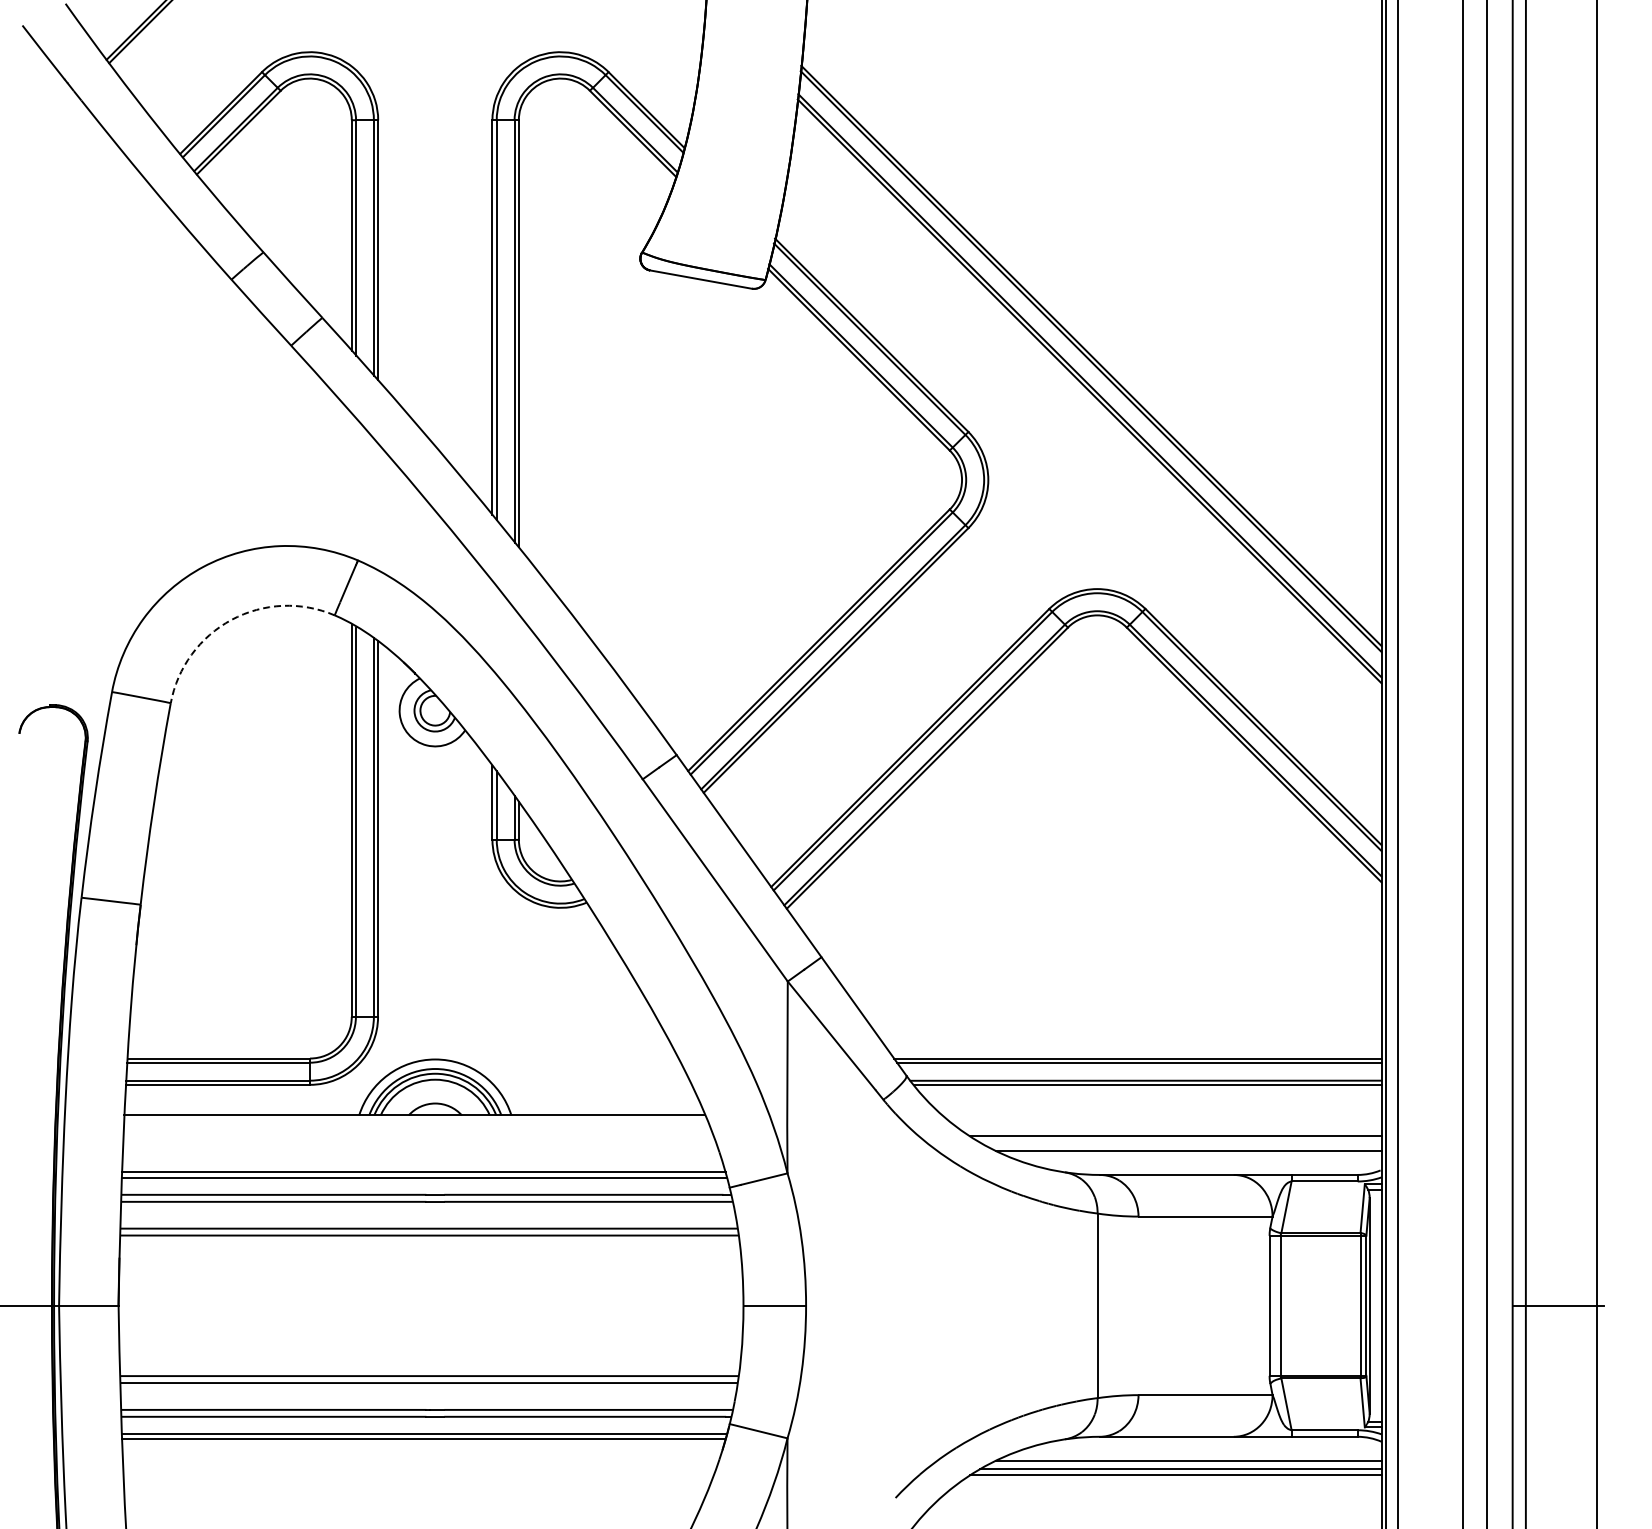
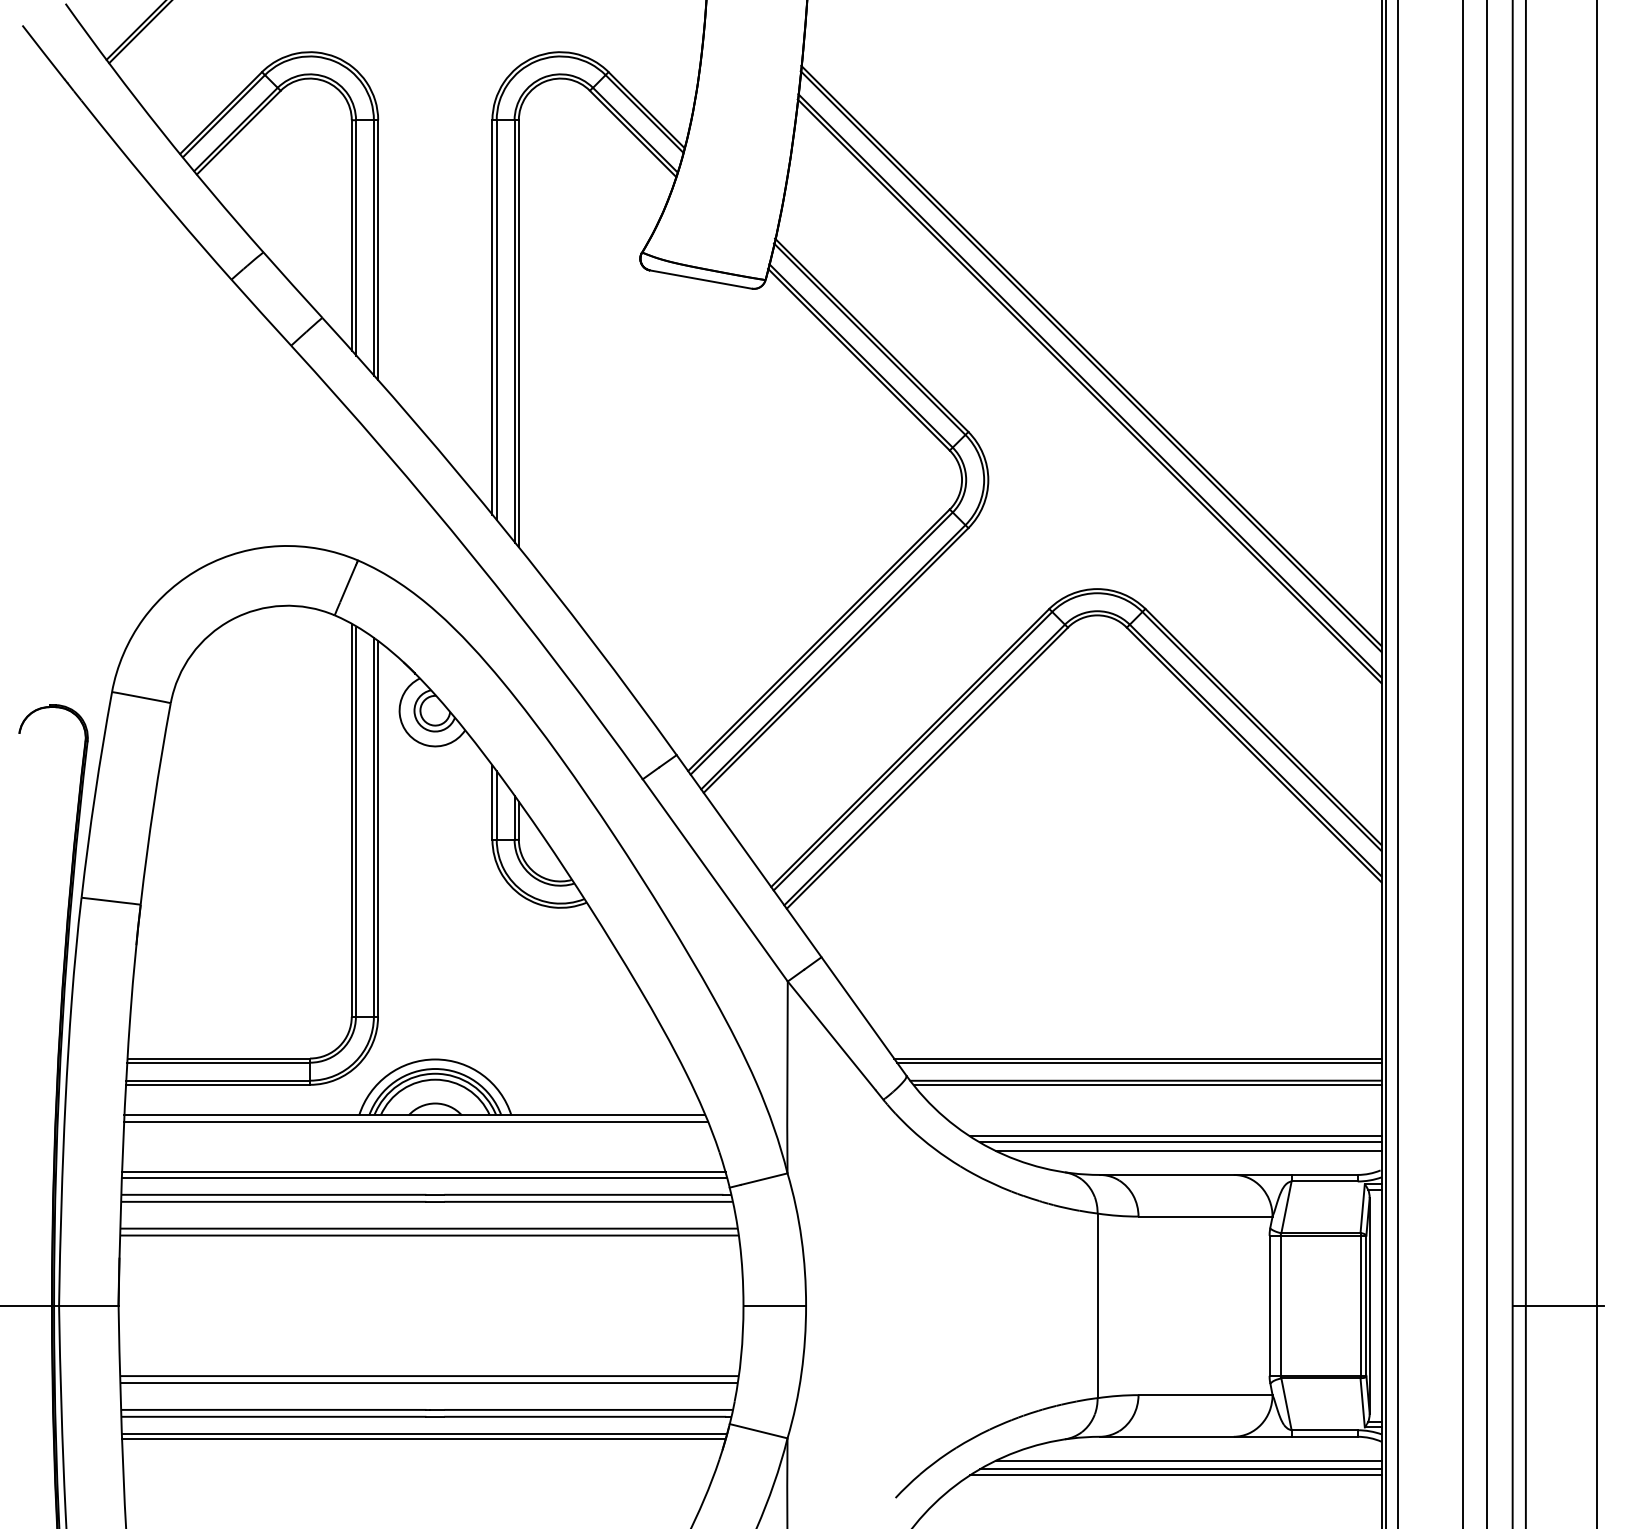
arc at (231, 619): dashed -> solid
line at (416, 1121): none -> present
line at (1180, 1142): none -> present
